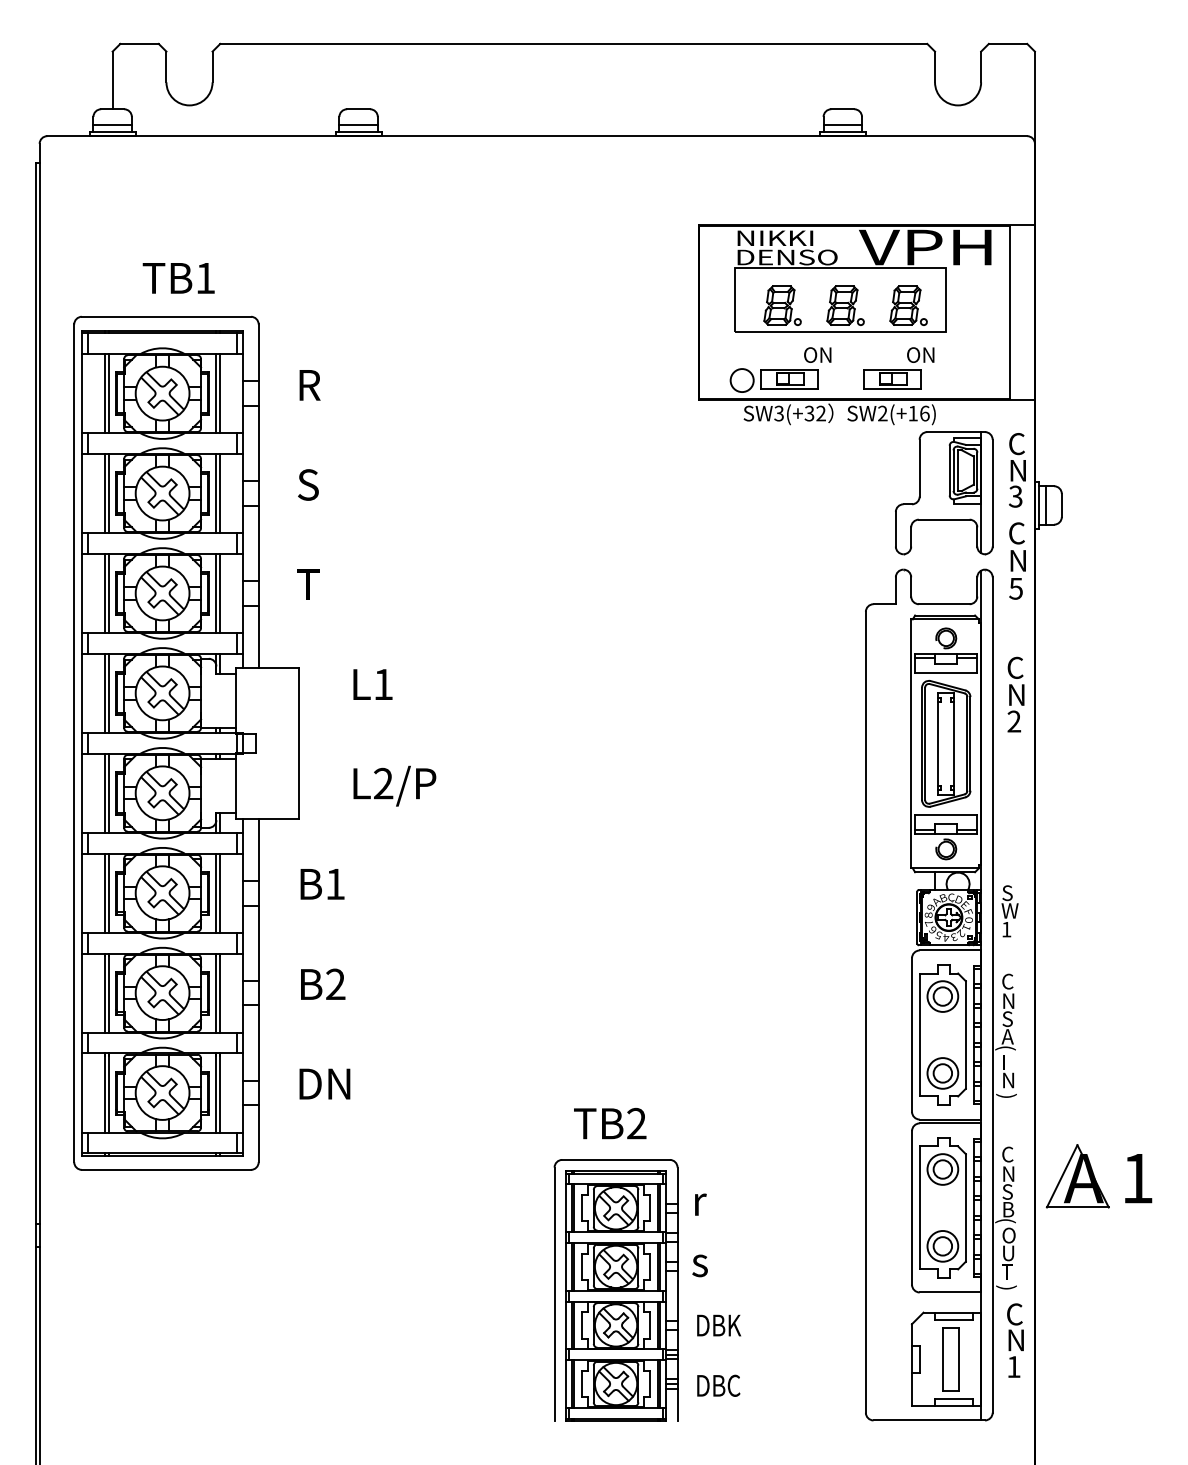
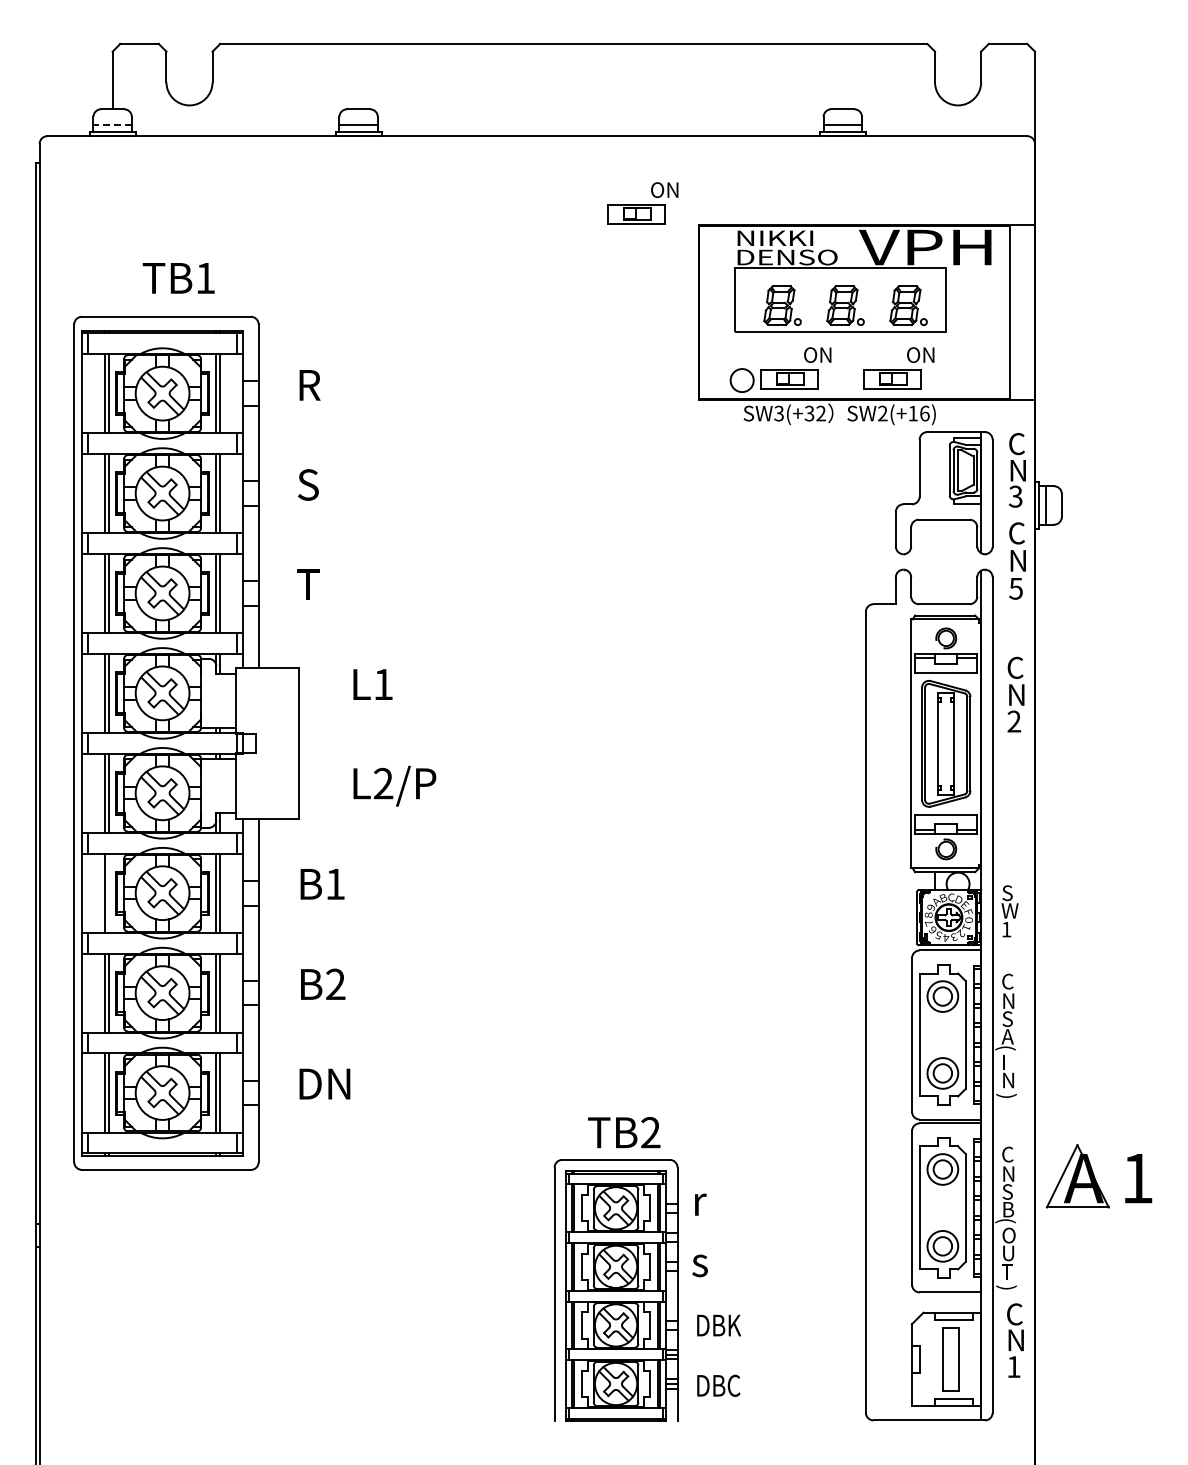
line at (112, 124): solid -> dashed
part at (642, 203): none -> present
line at (108, 892): present -> none
text at (610, 1123) position: (610, 1123) -> (624, 1132)
